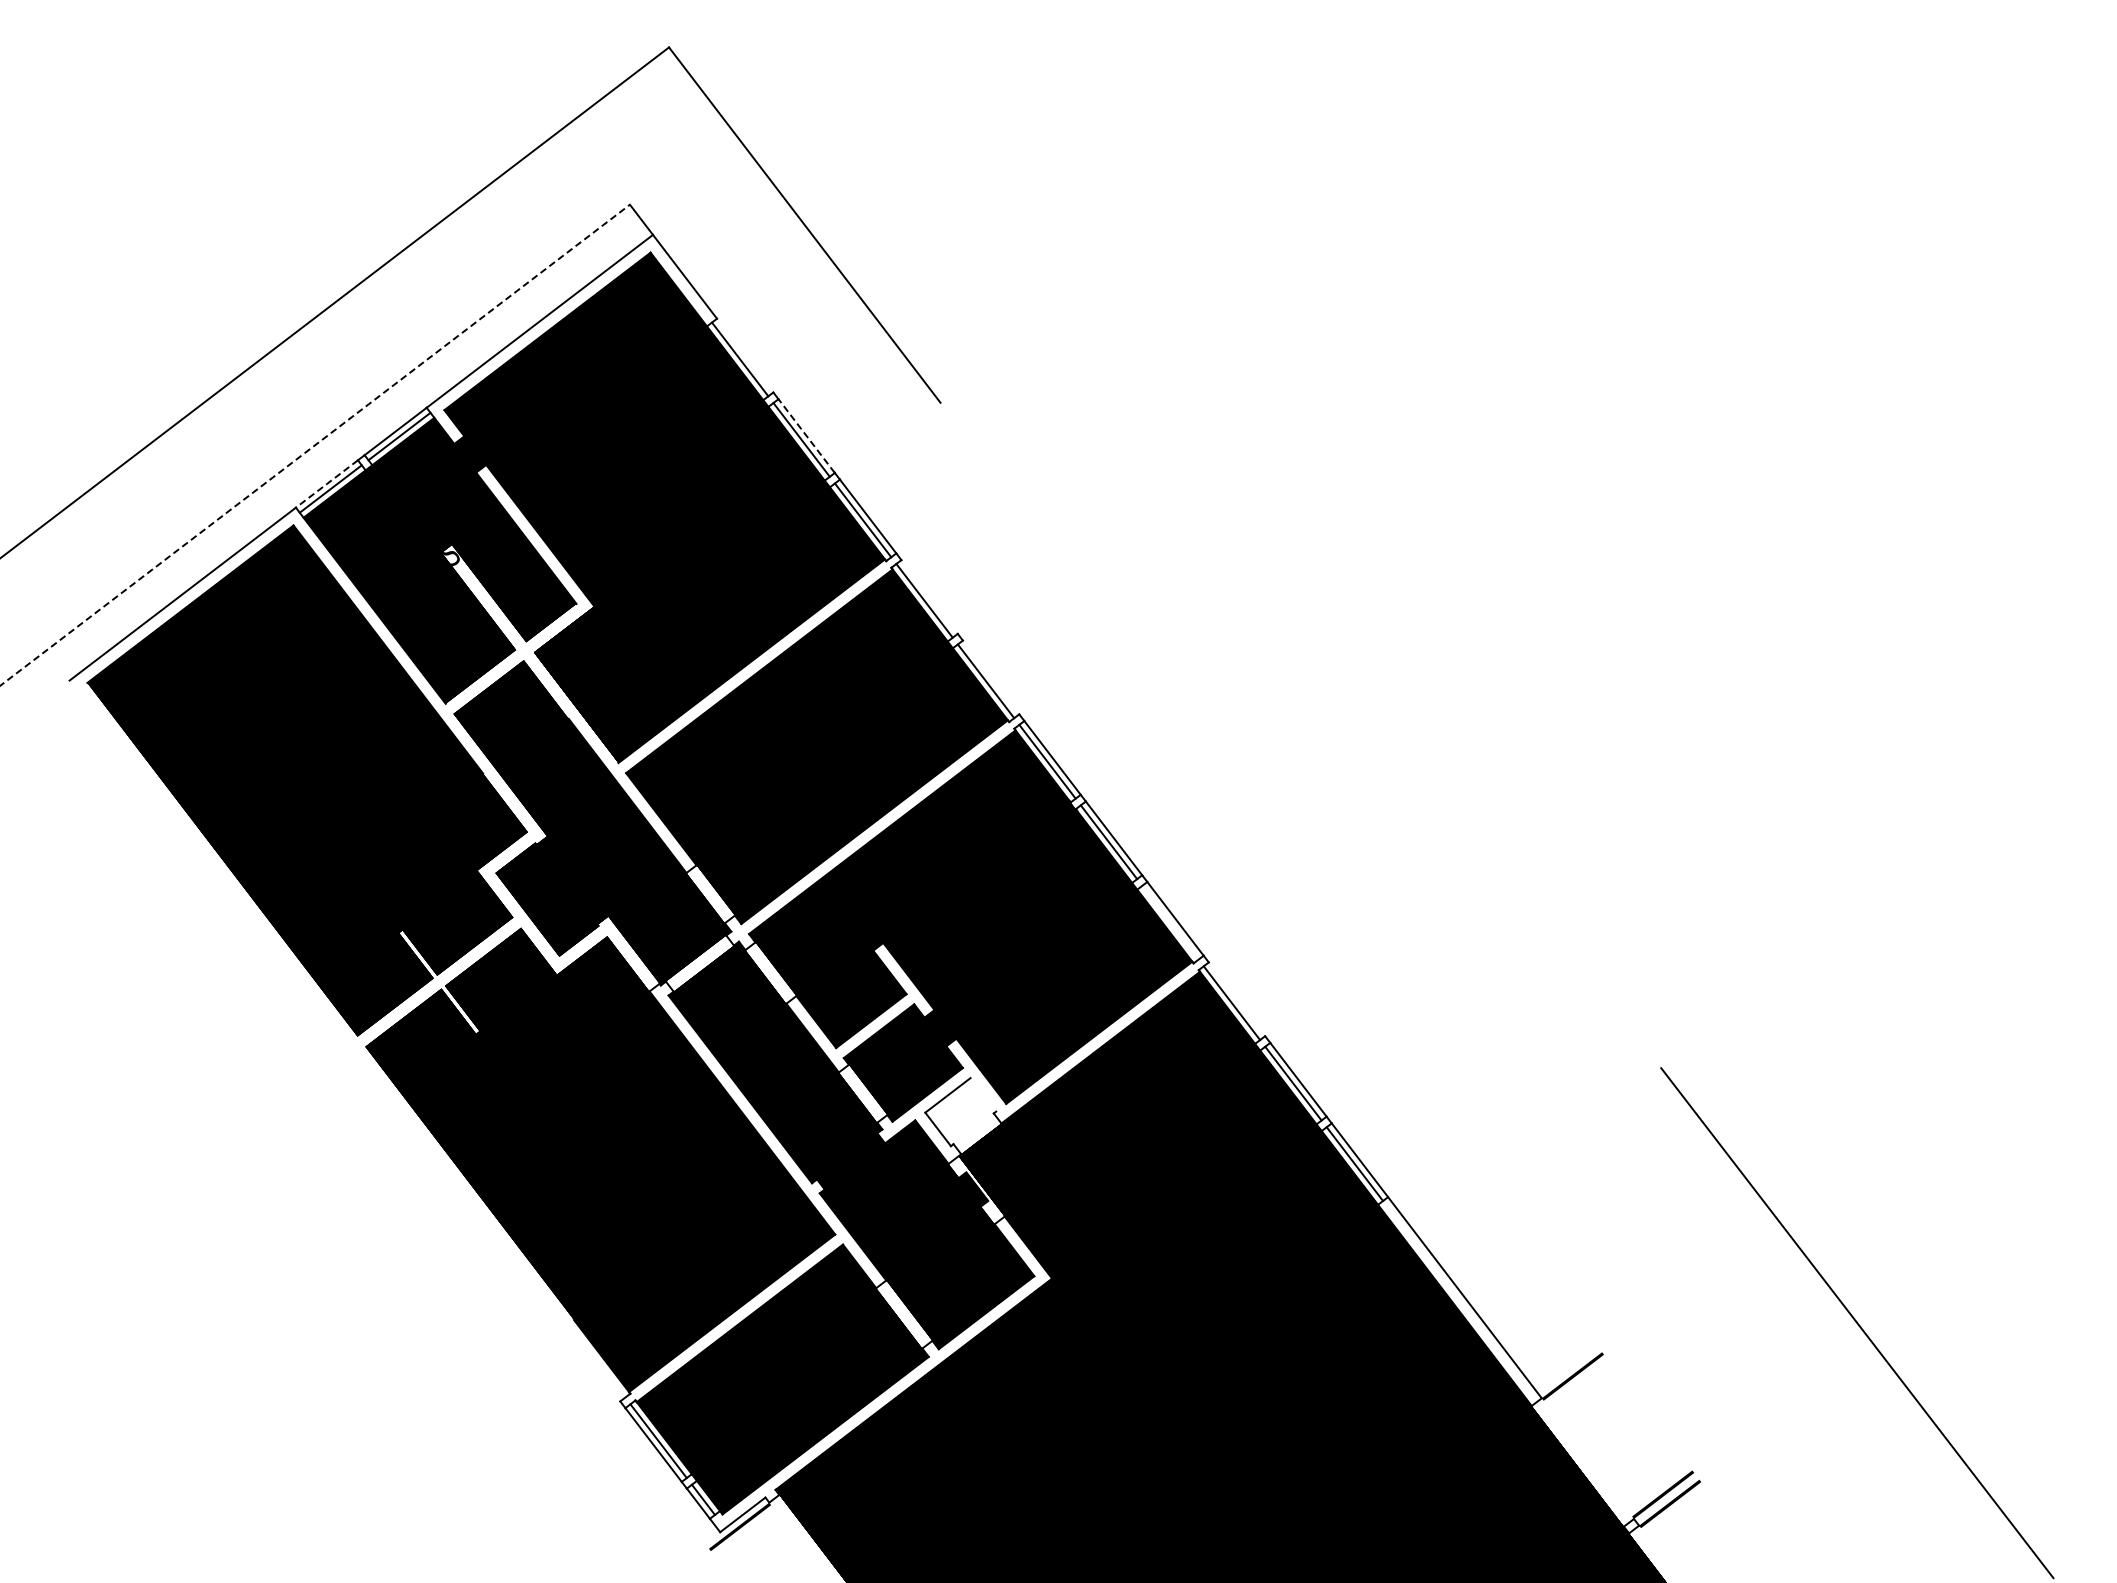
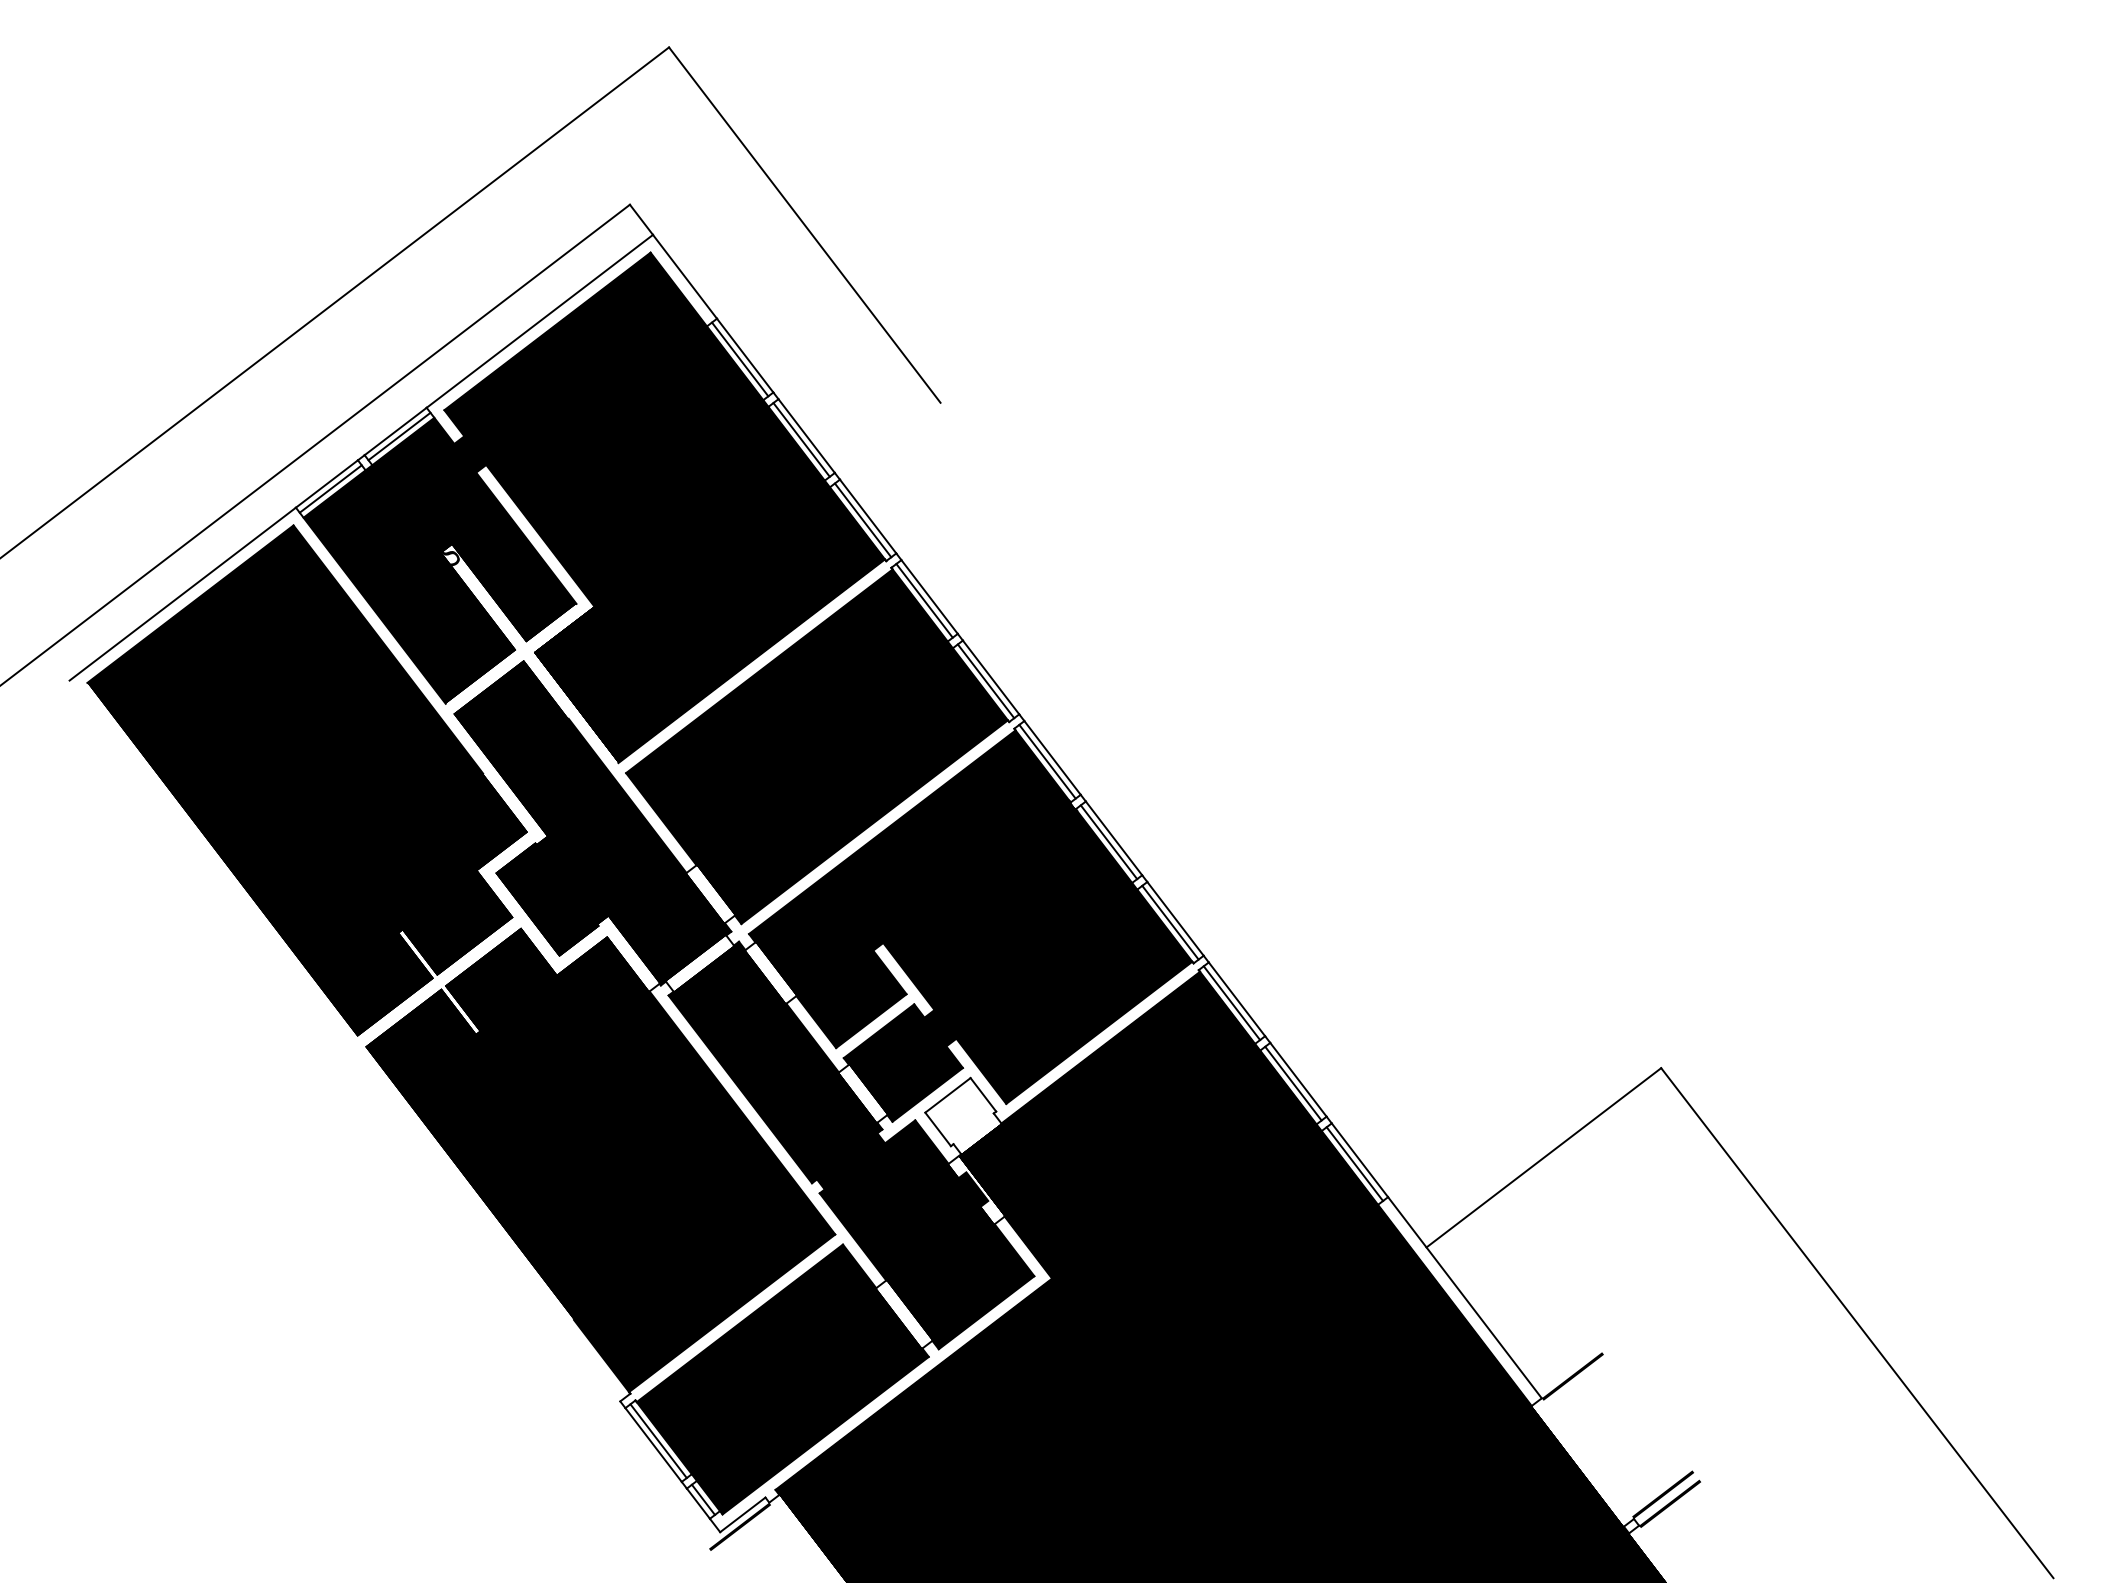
line at (745, 355): none -> present
line at (806, 435): dashed -> solid
line at (315, 445): dashed -> solid
line at (326, 484): dashed -> solid
line at (929, 596): none -> present
line at (990, 677): none -> present
line at (1170, 922): none -> present
line at (1236, 999): none -> present
line at (983, 1094): none -> present
line at (1543, 1157): none -> present
